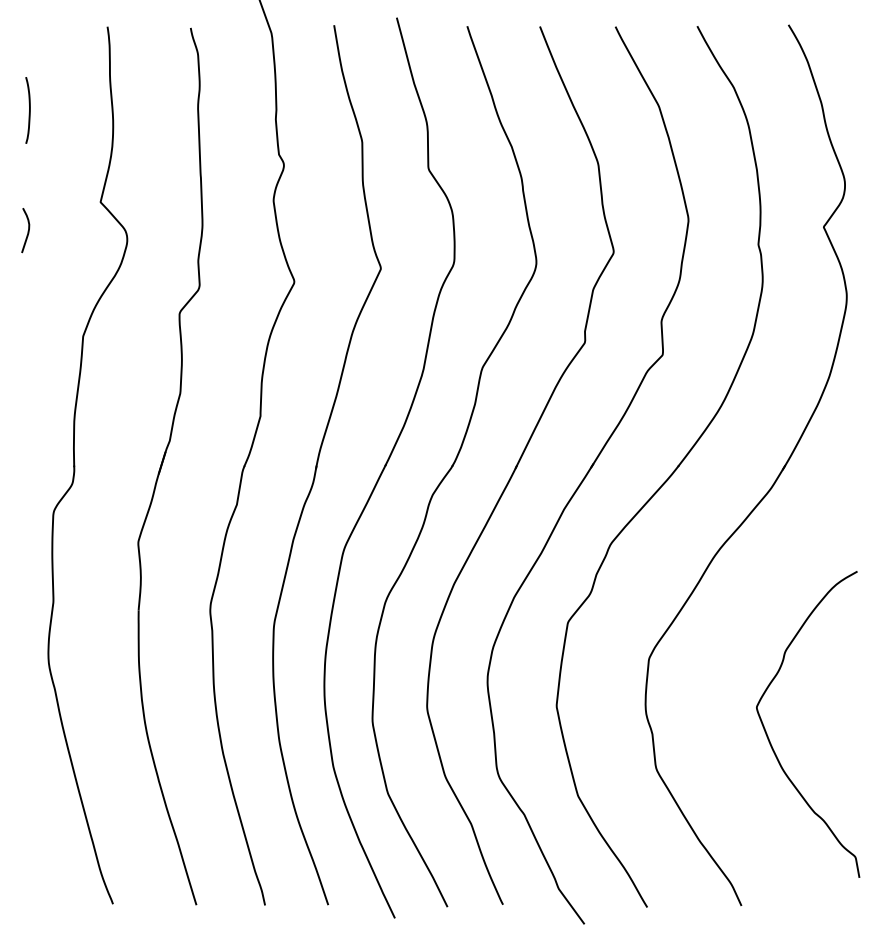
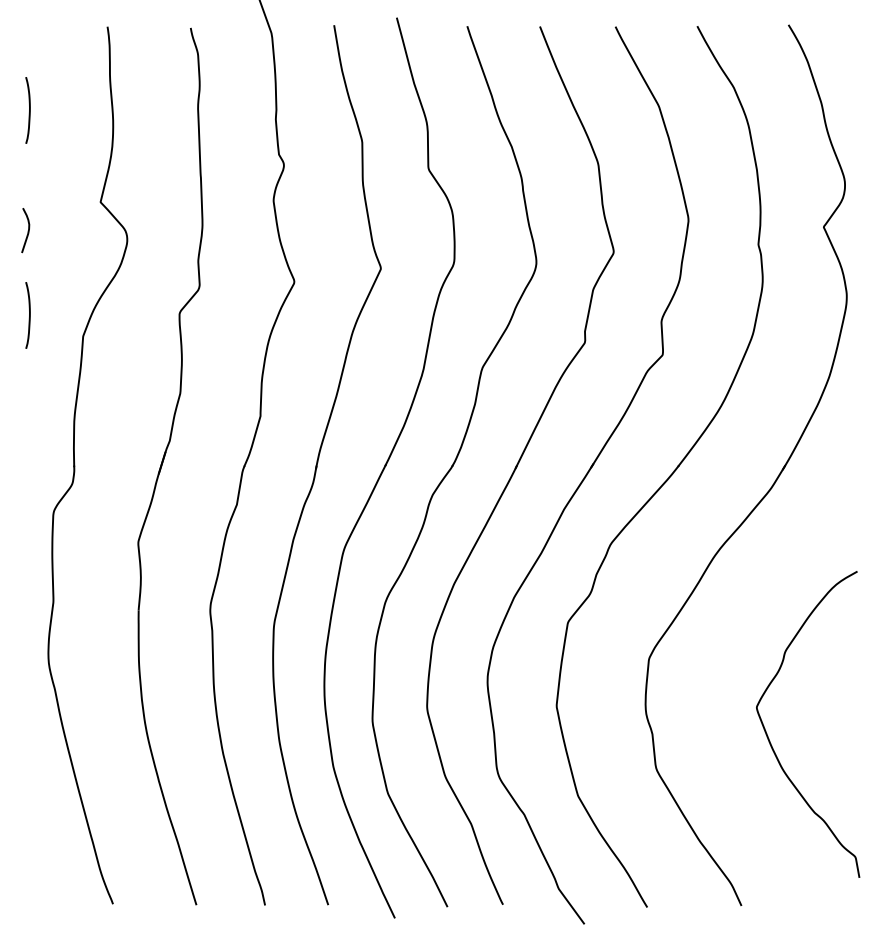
curve at (29, 315): none -> present
